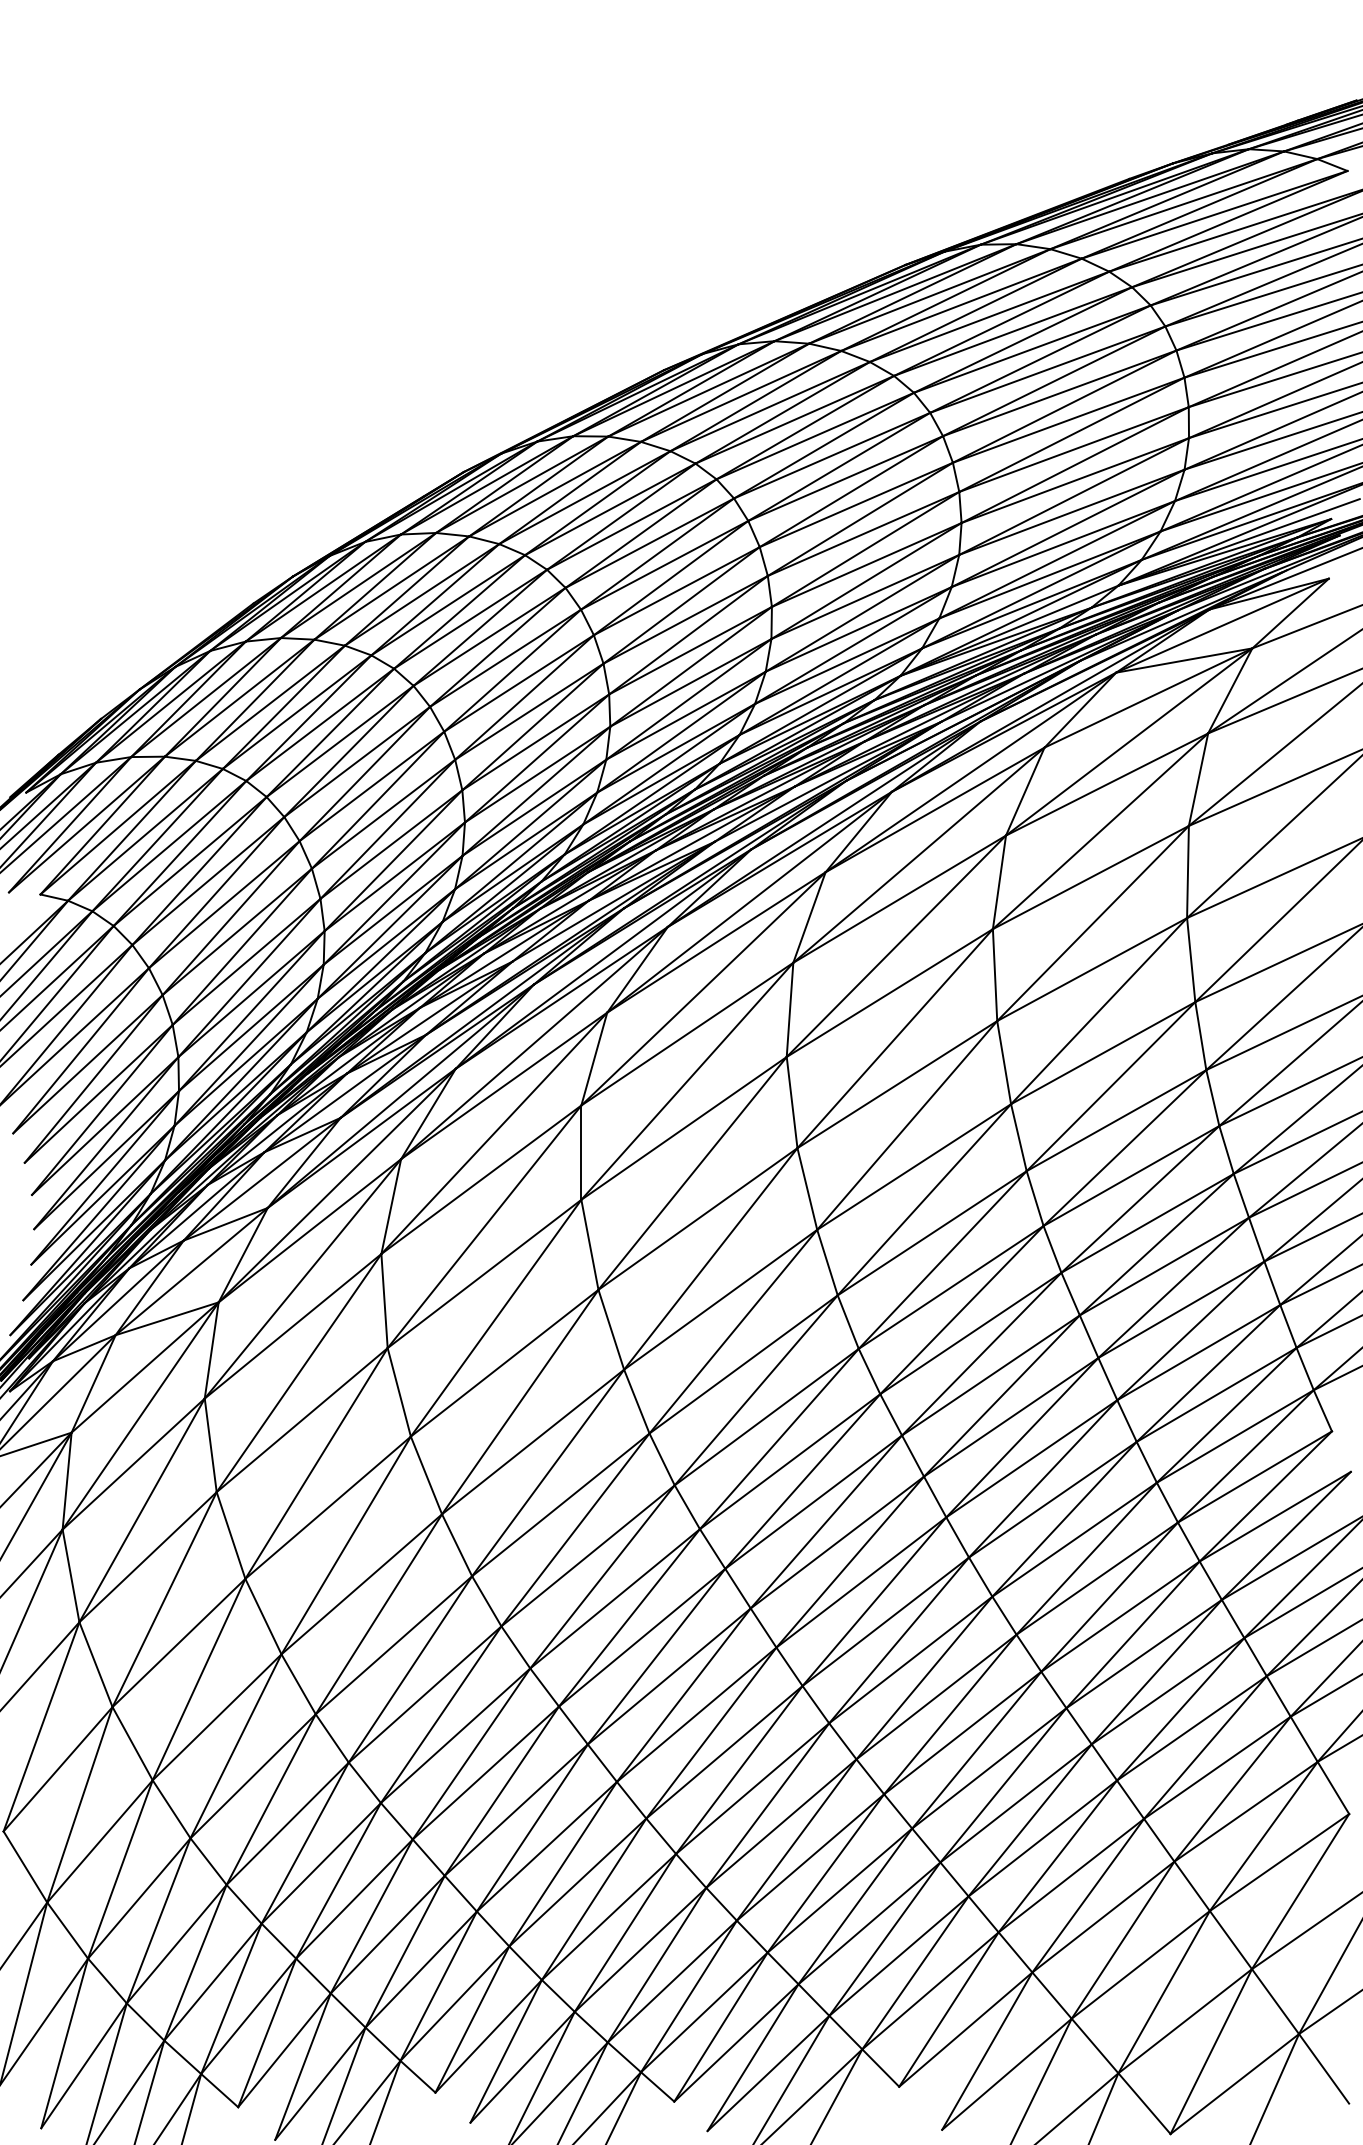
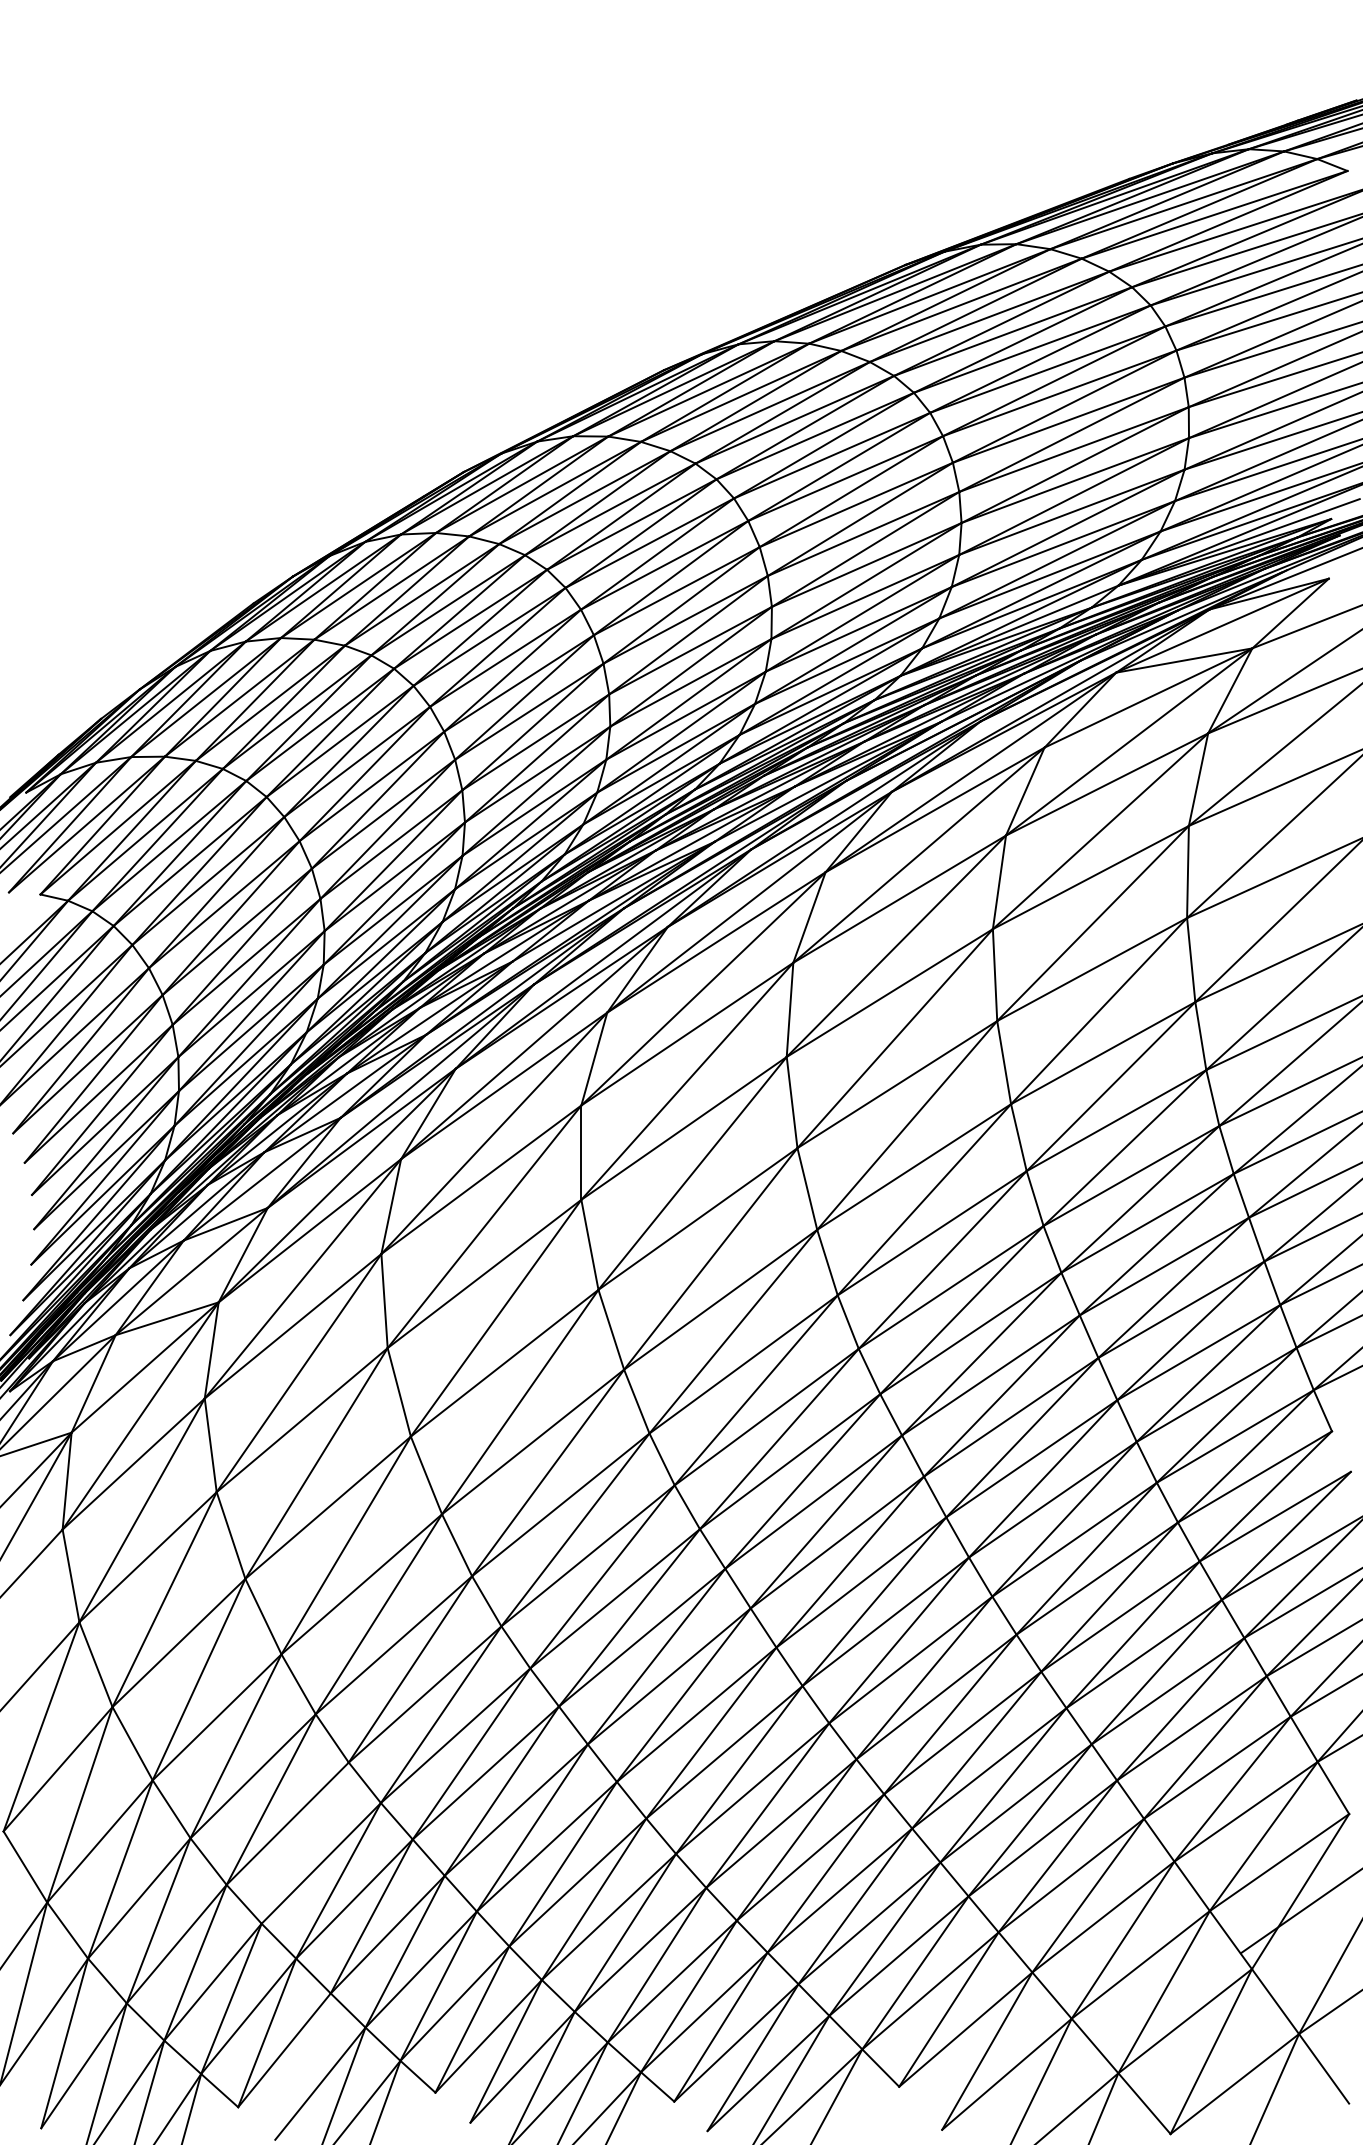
line at (32, 1598): present -> none
line at (304, 1842): present -> none
line at (1305, 1931) position: (1305, 1931) -> (1299, 1911)
line at (302, 2066): present -> none
